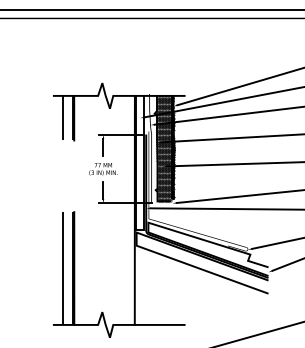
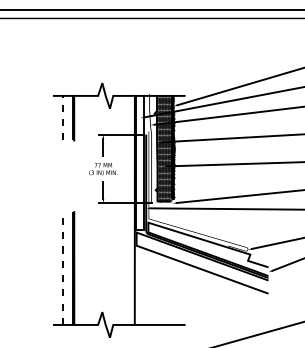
line at (62, 117): solid -> dashed
line at (62, 268): solid -> dashed
